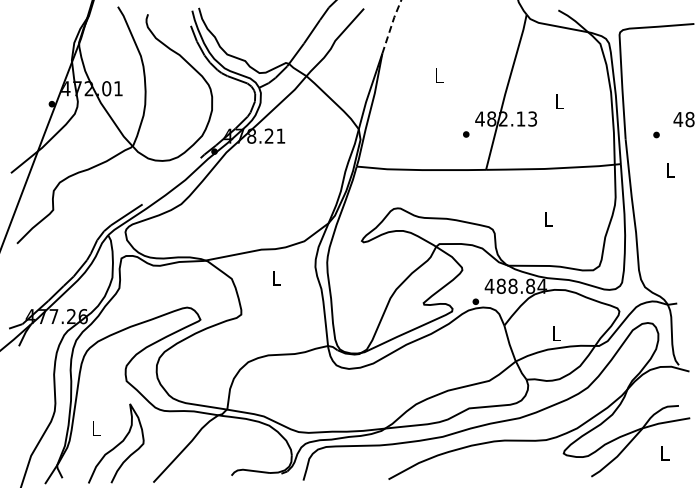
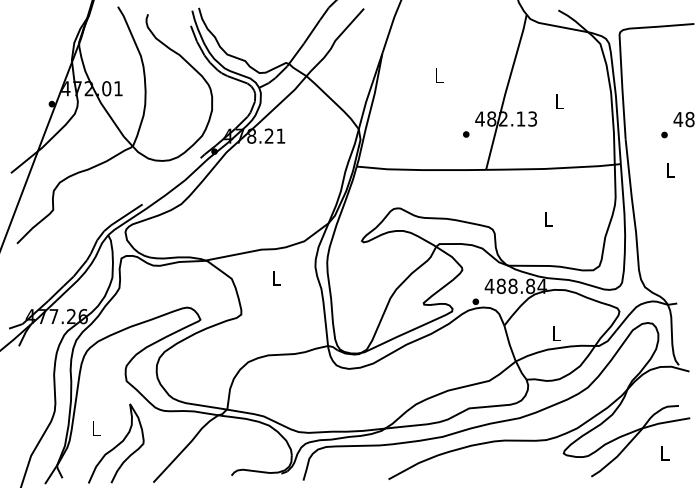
line at (391, 26): dashed -> solid
part at (656, 134) position: (656, 134) -> (664, 134)
